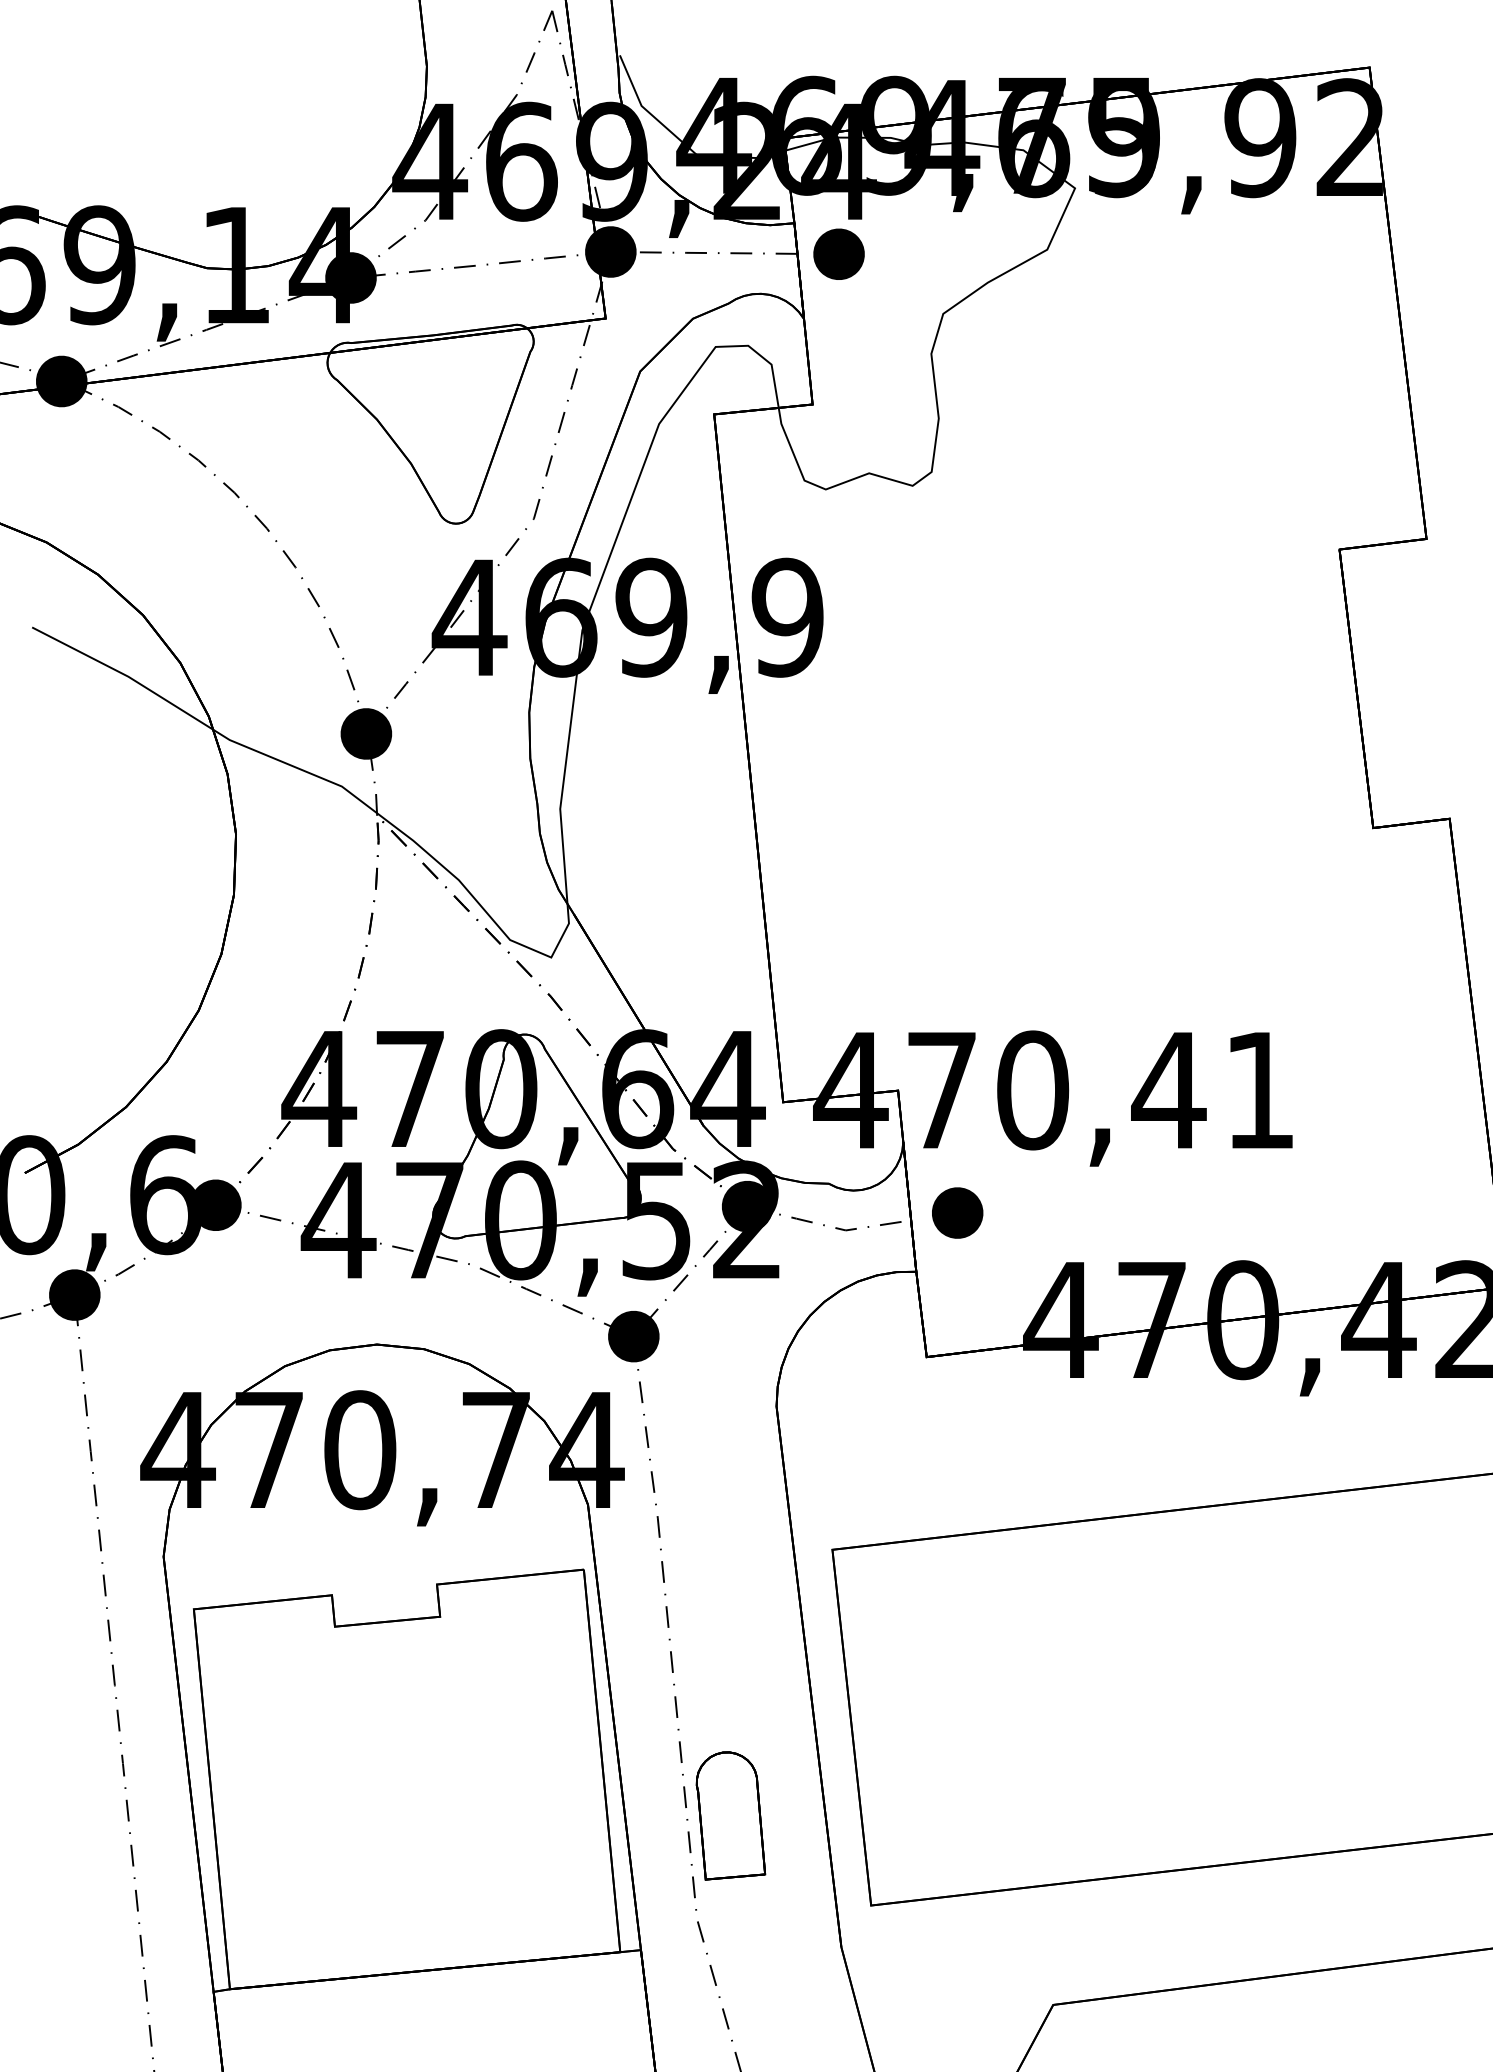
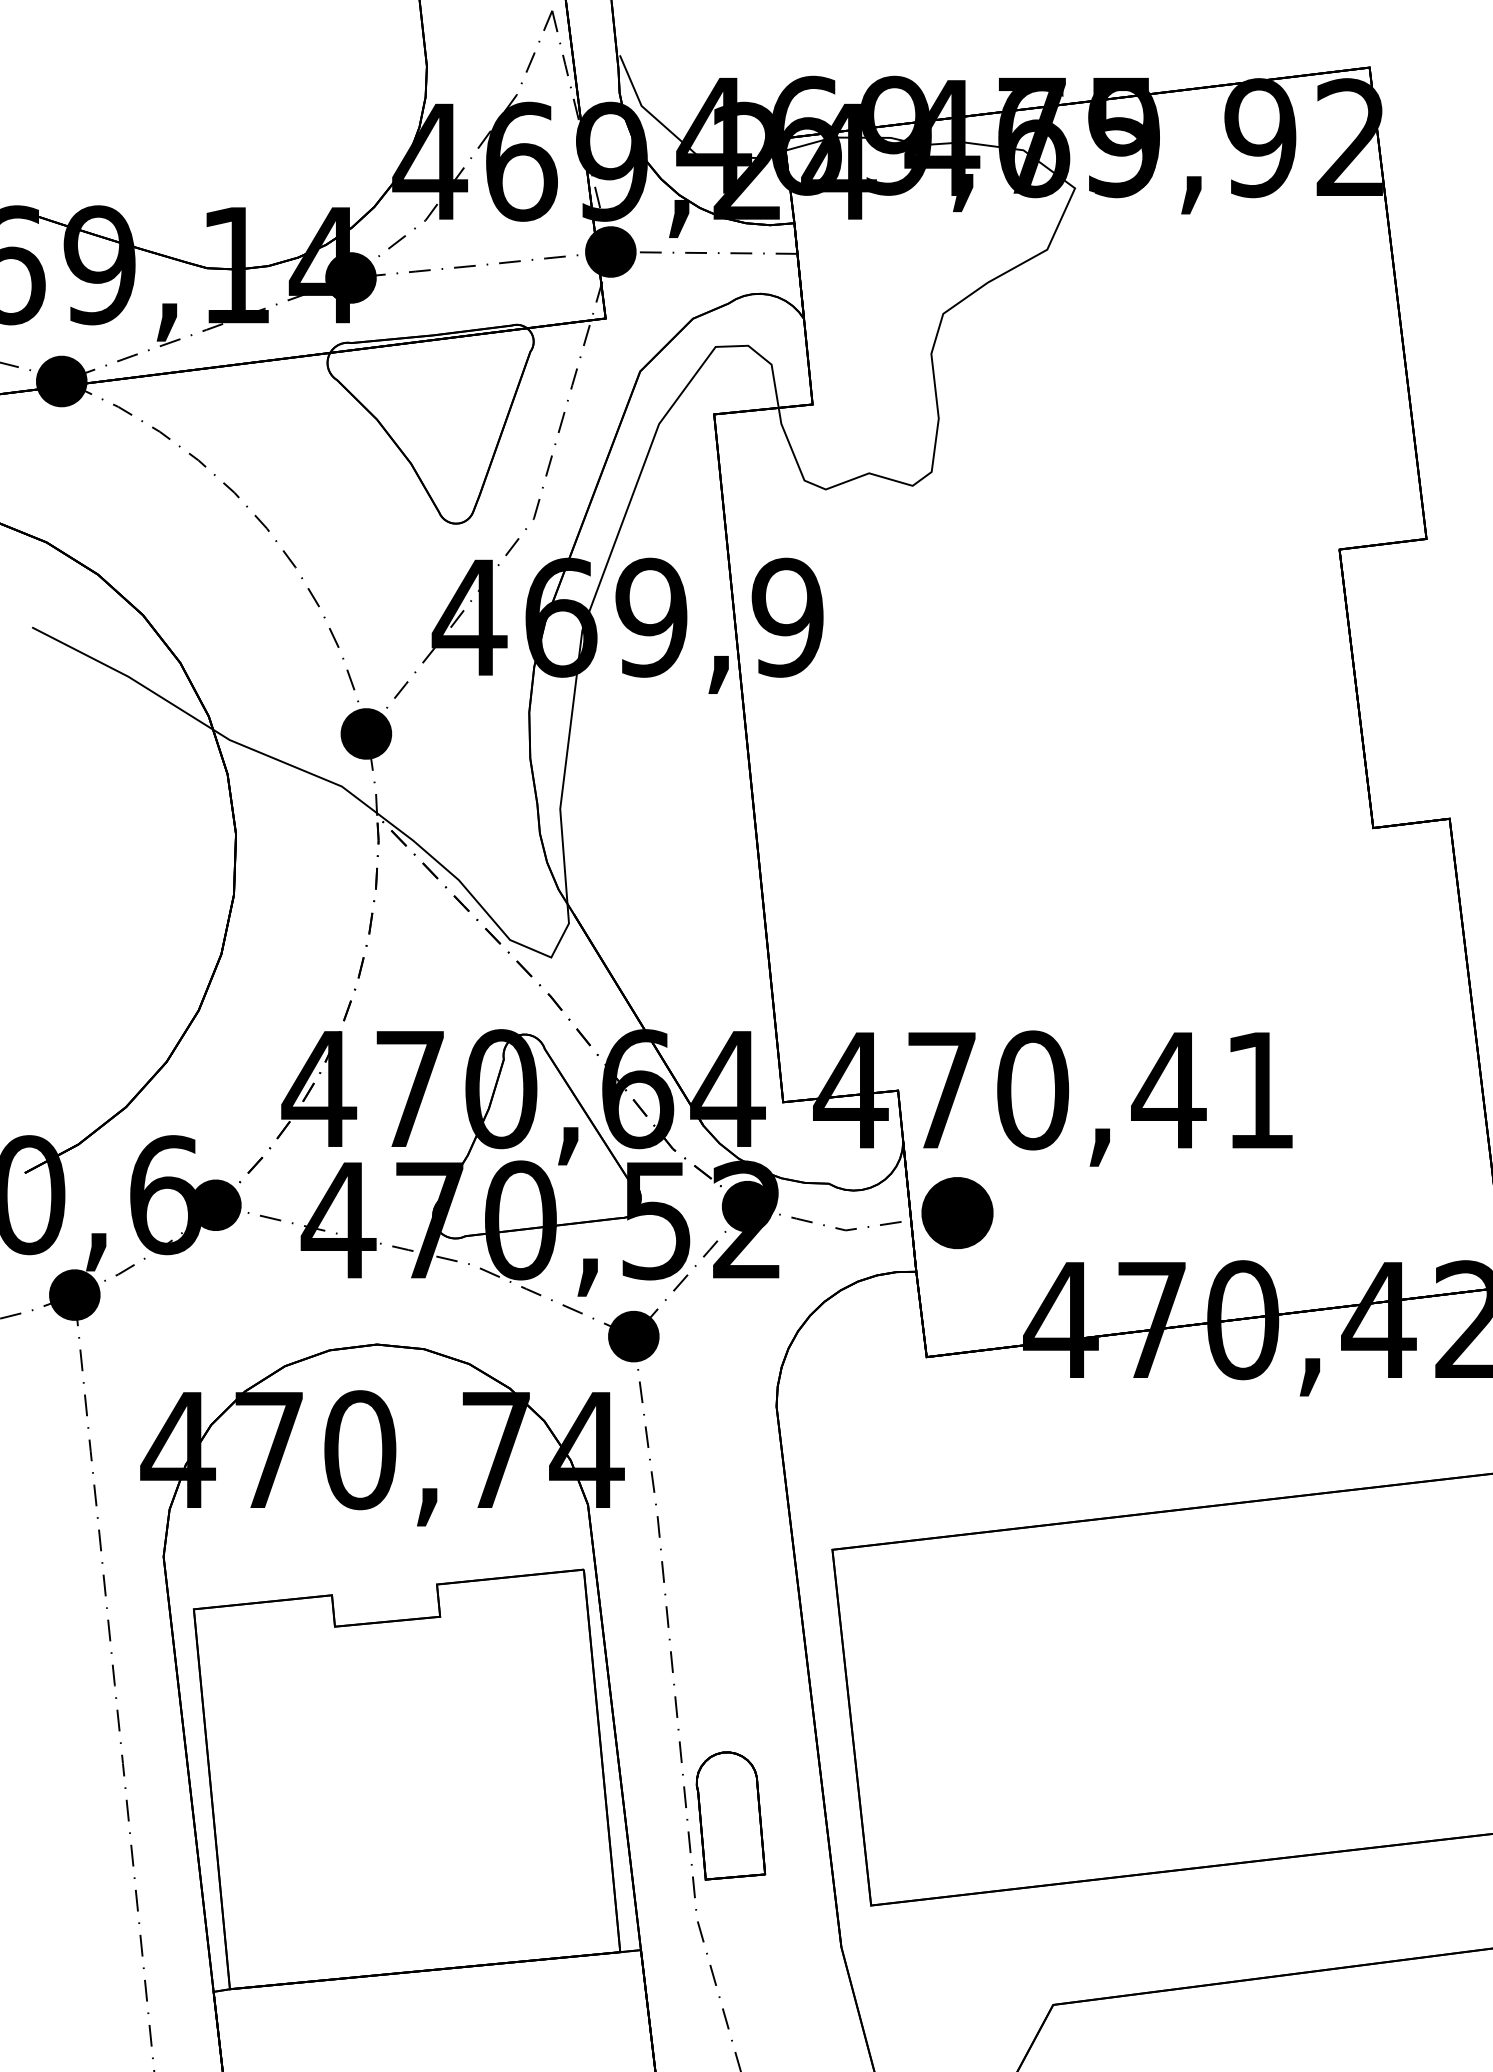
part at (838, 253): present -> none
part at (957, 1212) size: 52x52 px -> 73x73 px
